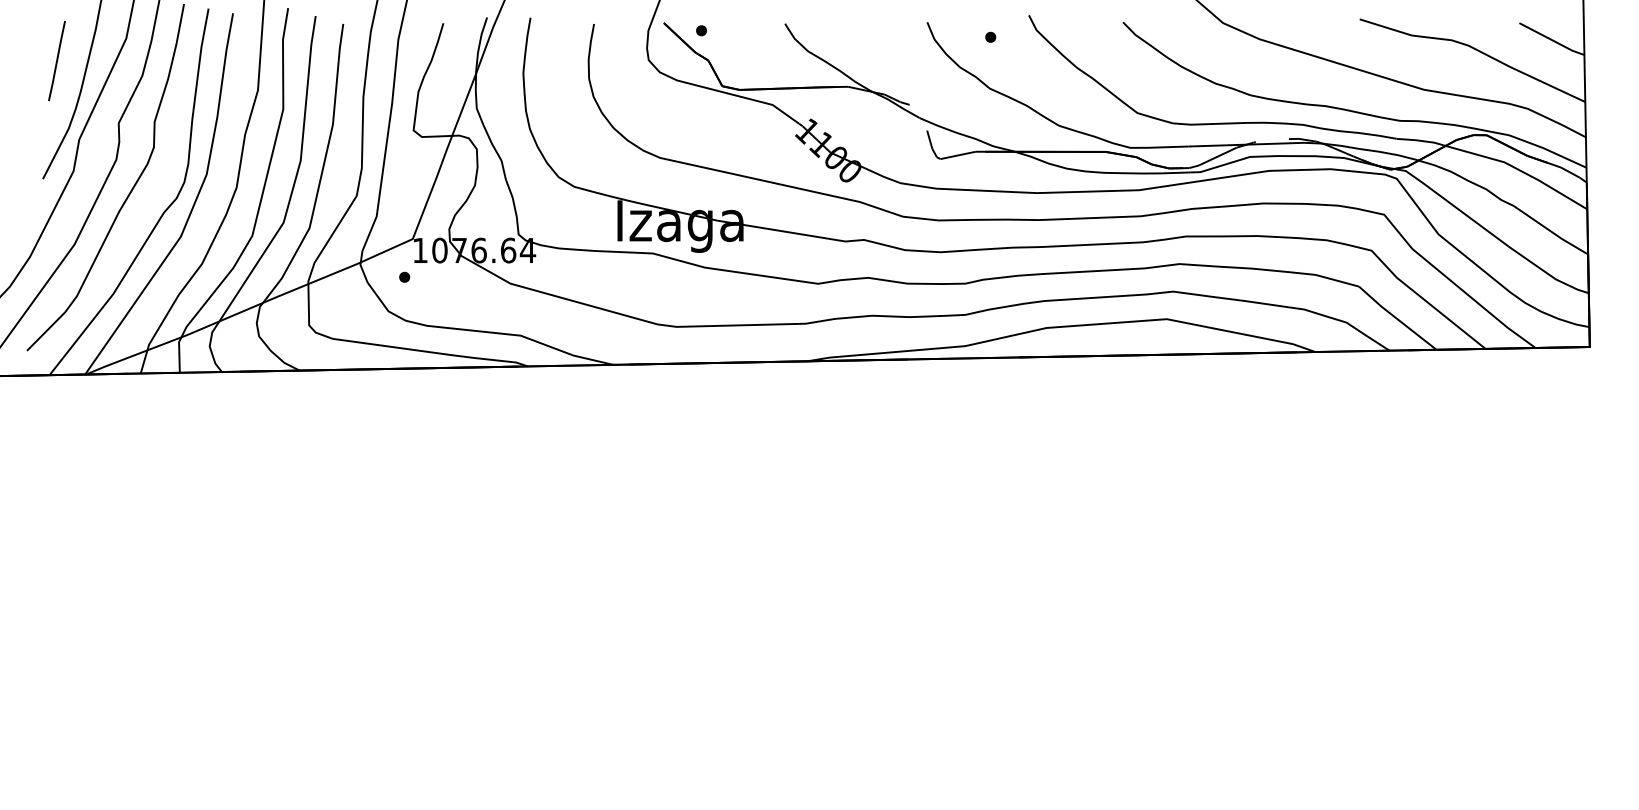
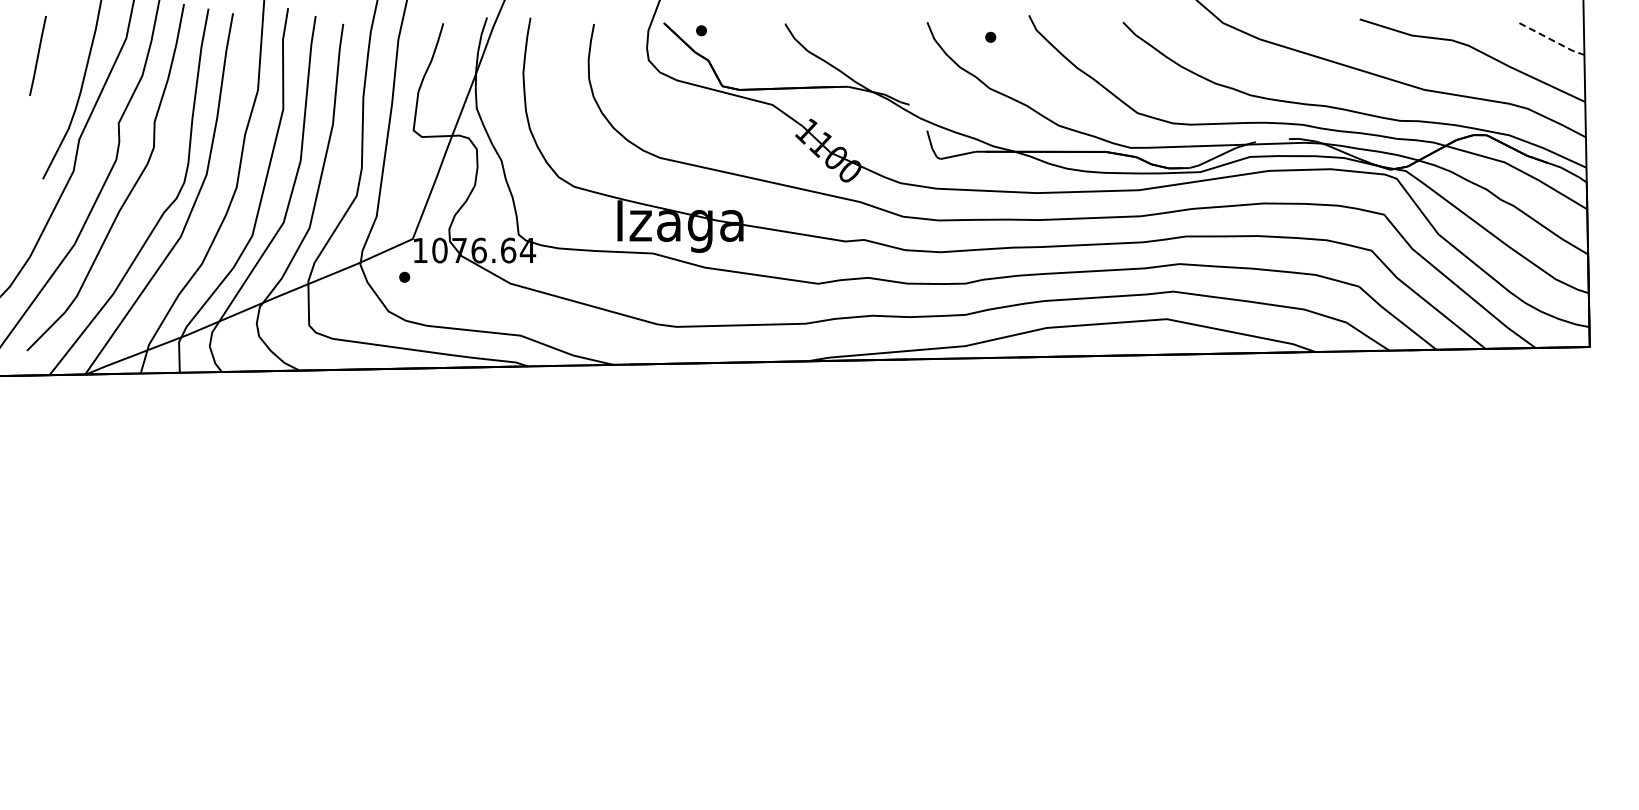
line at (1552, 40): solid -> dashed
line at (56, 60) position: (56, 60) -> (37, 55)
